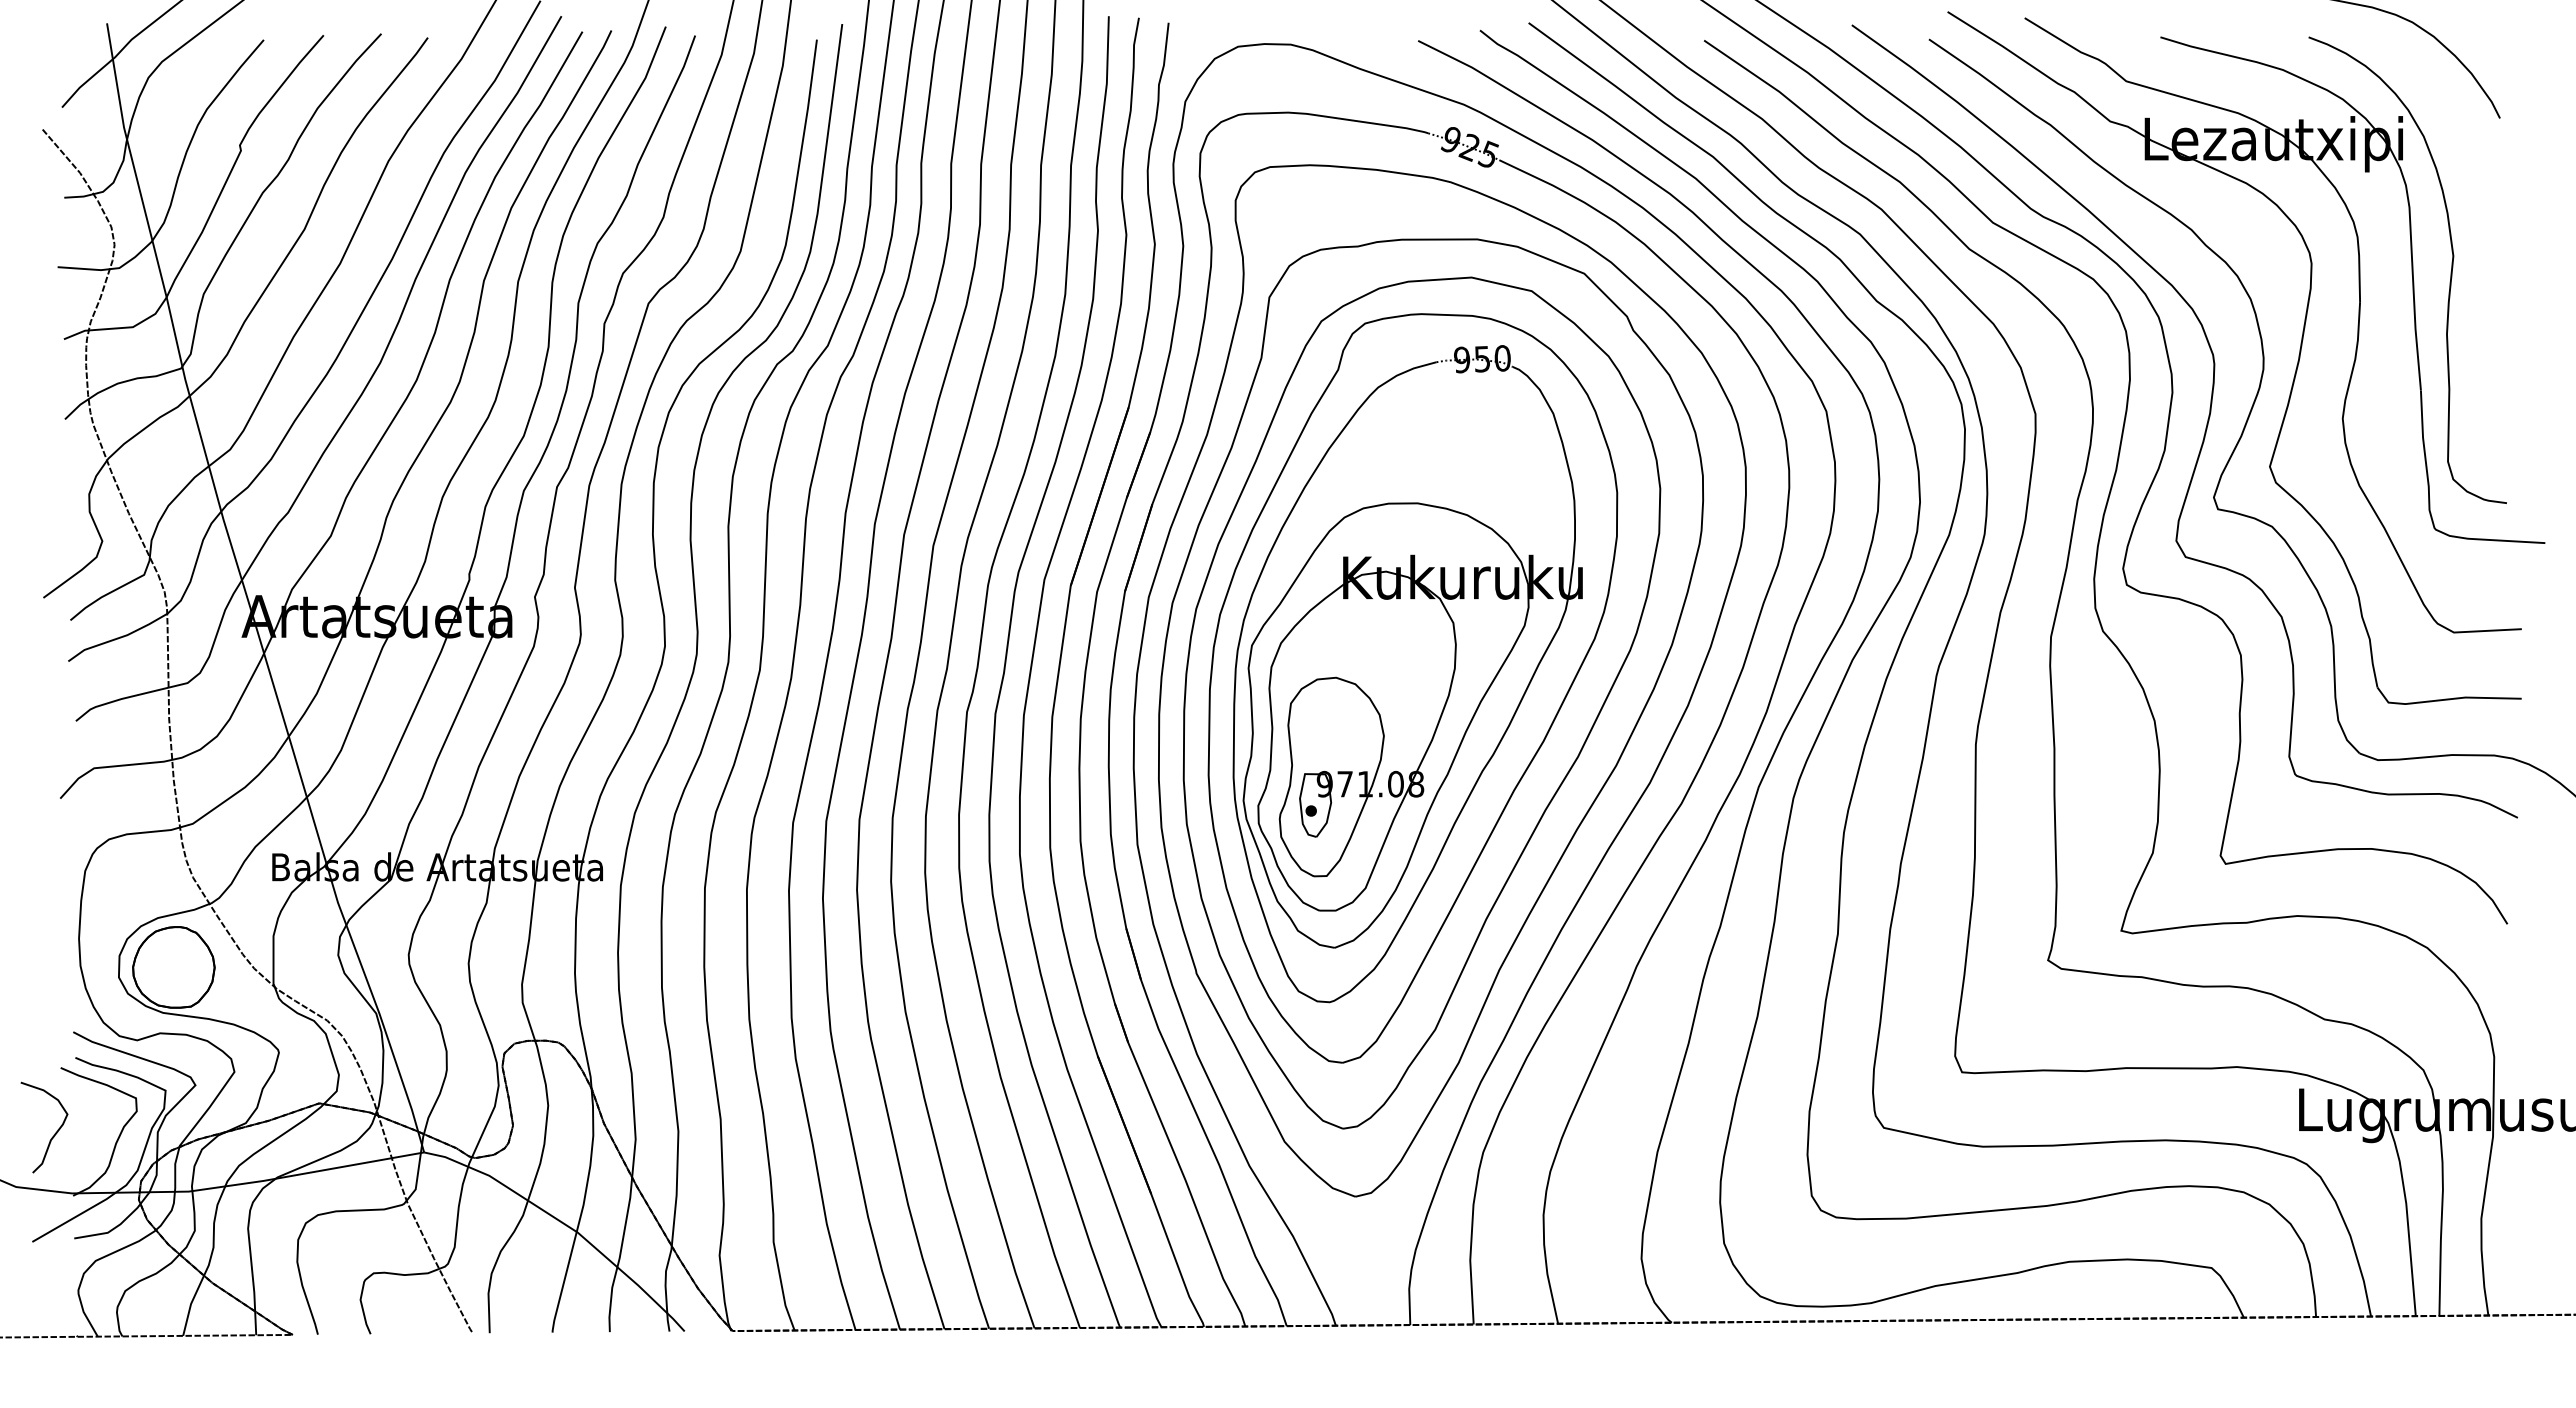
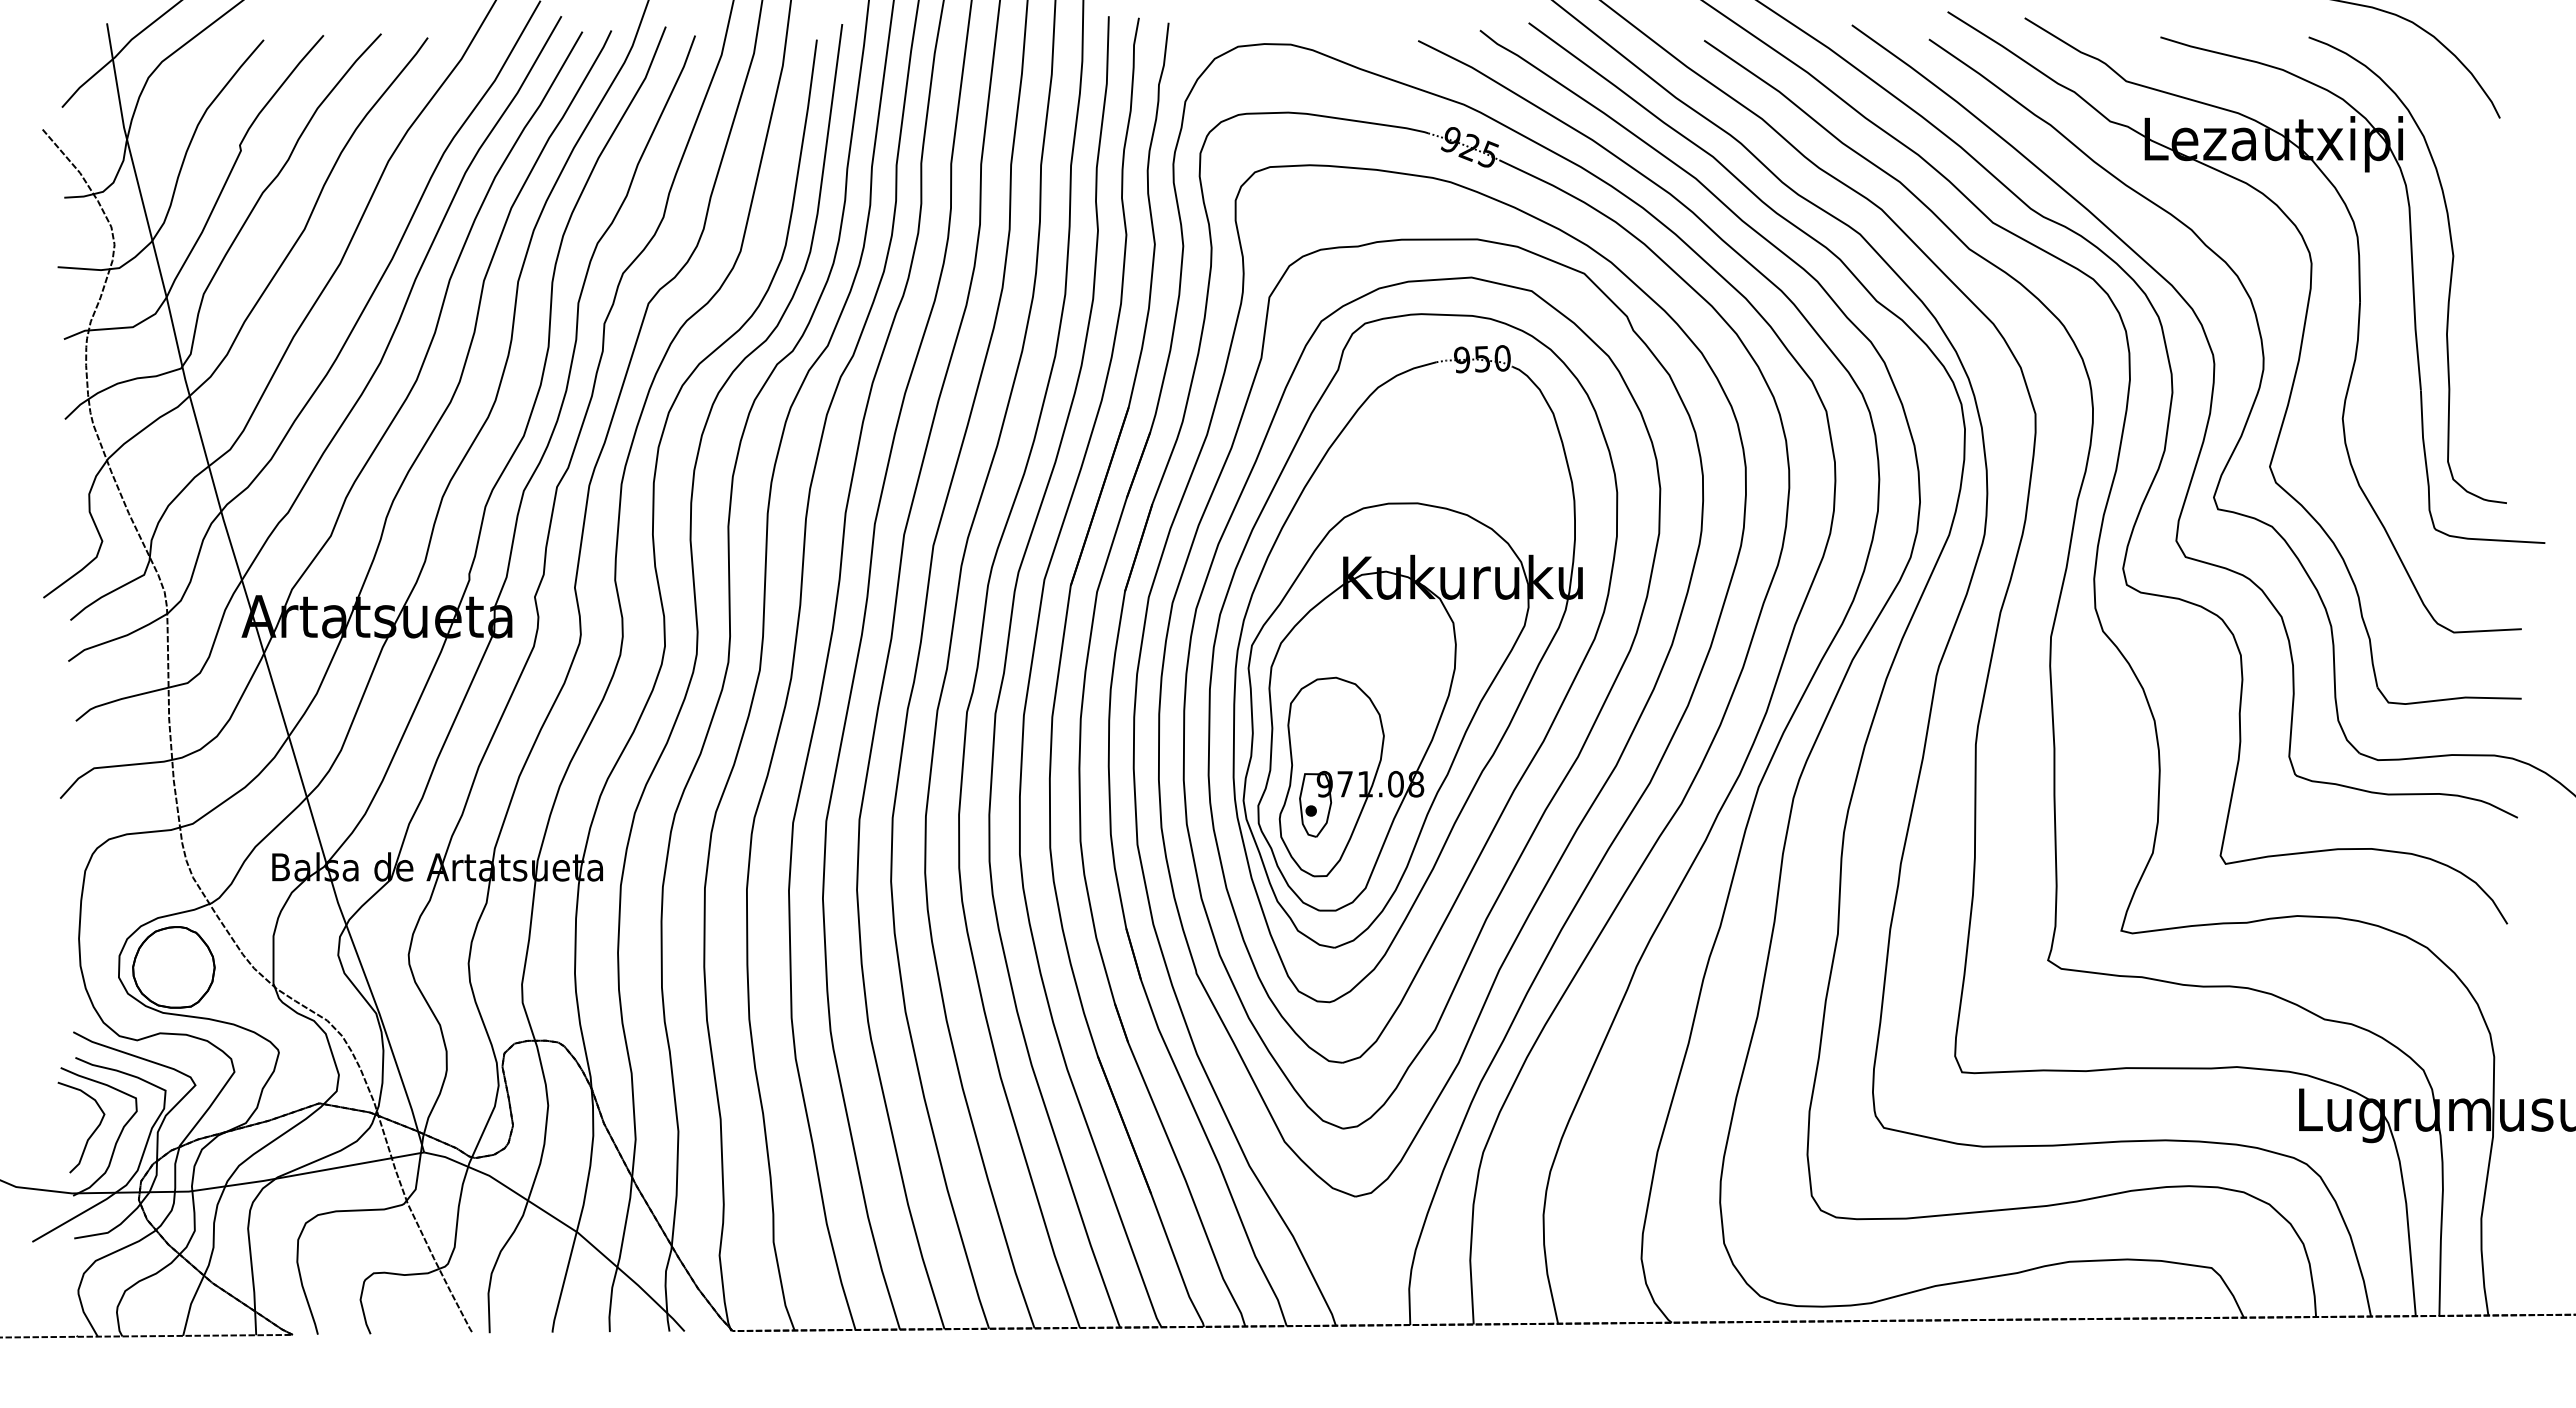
curve at (54, 1133) position: (54, 1133) -> (91, 1133)
